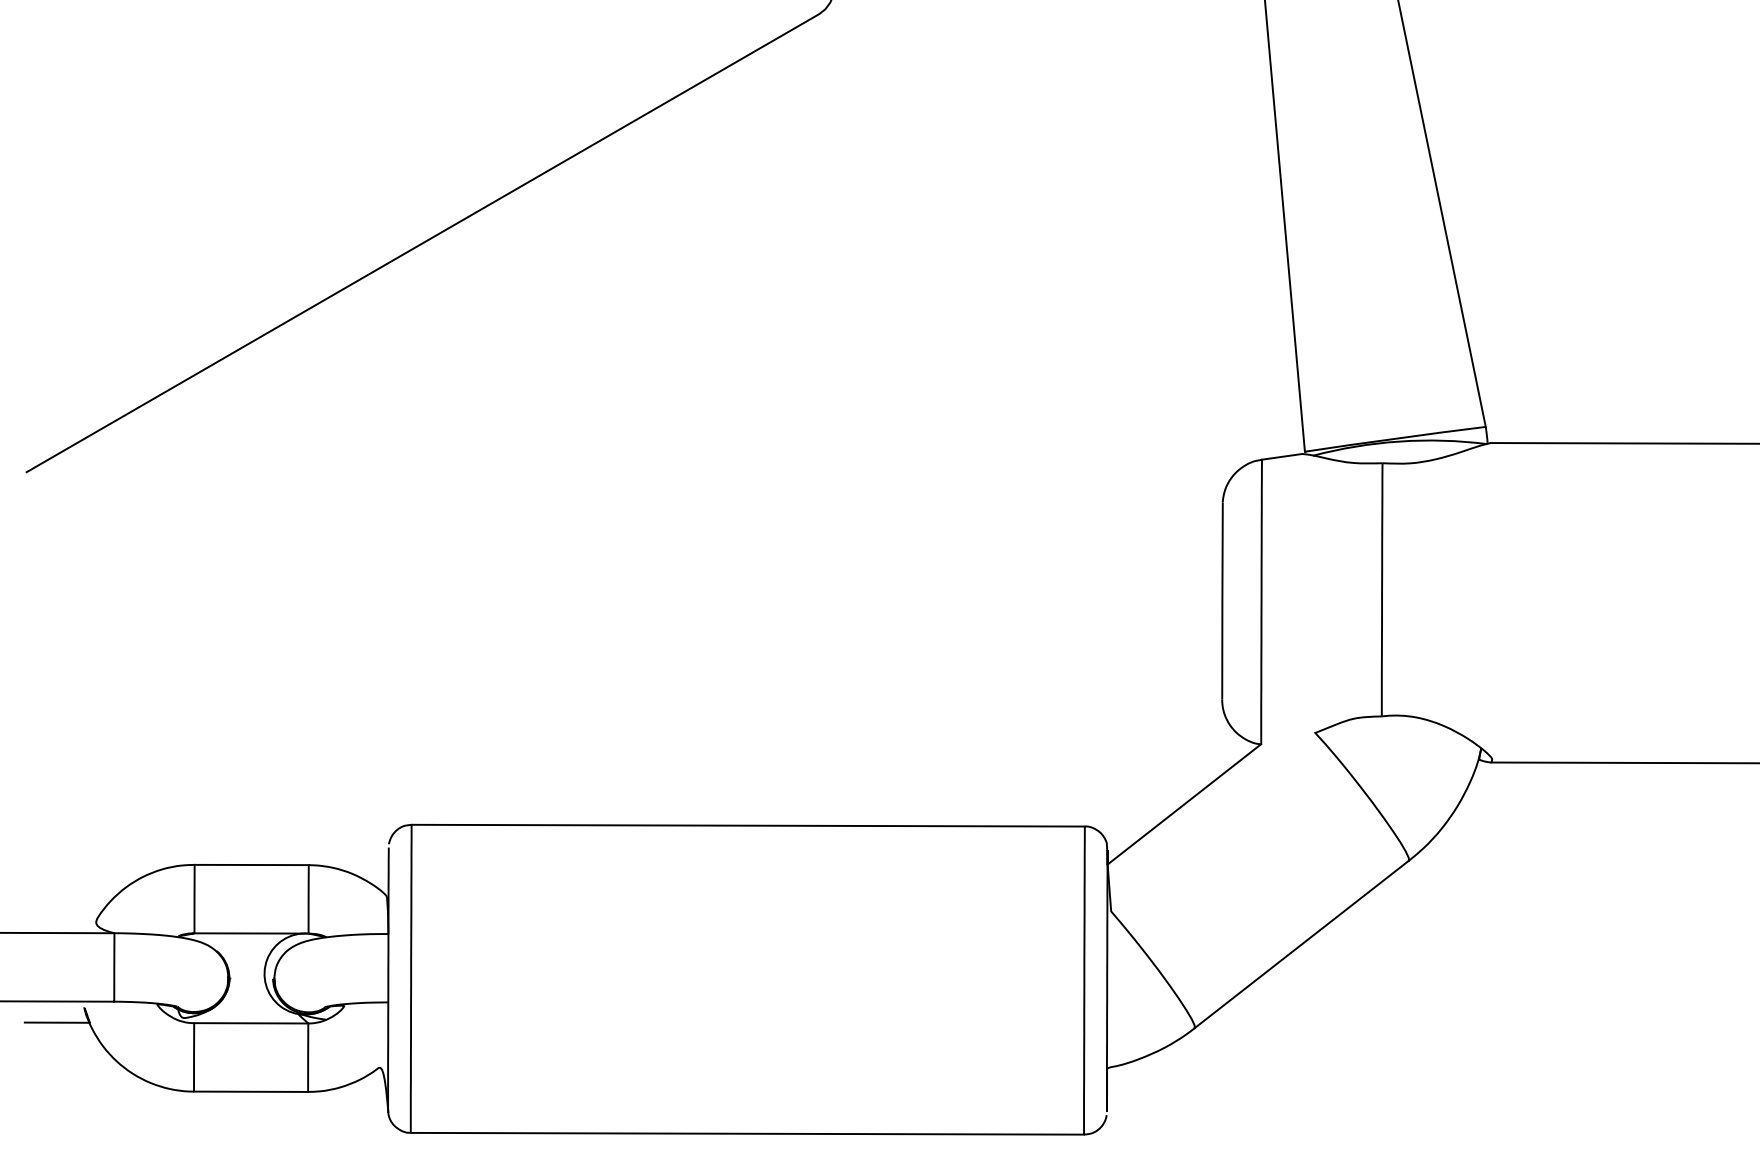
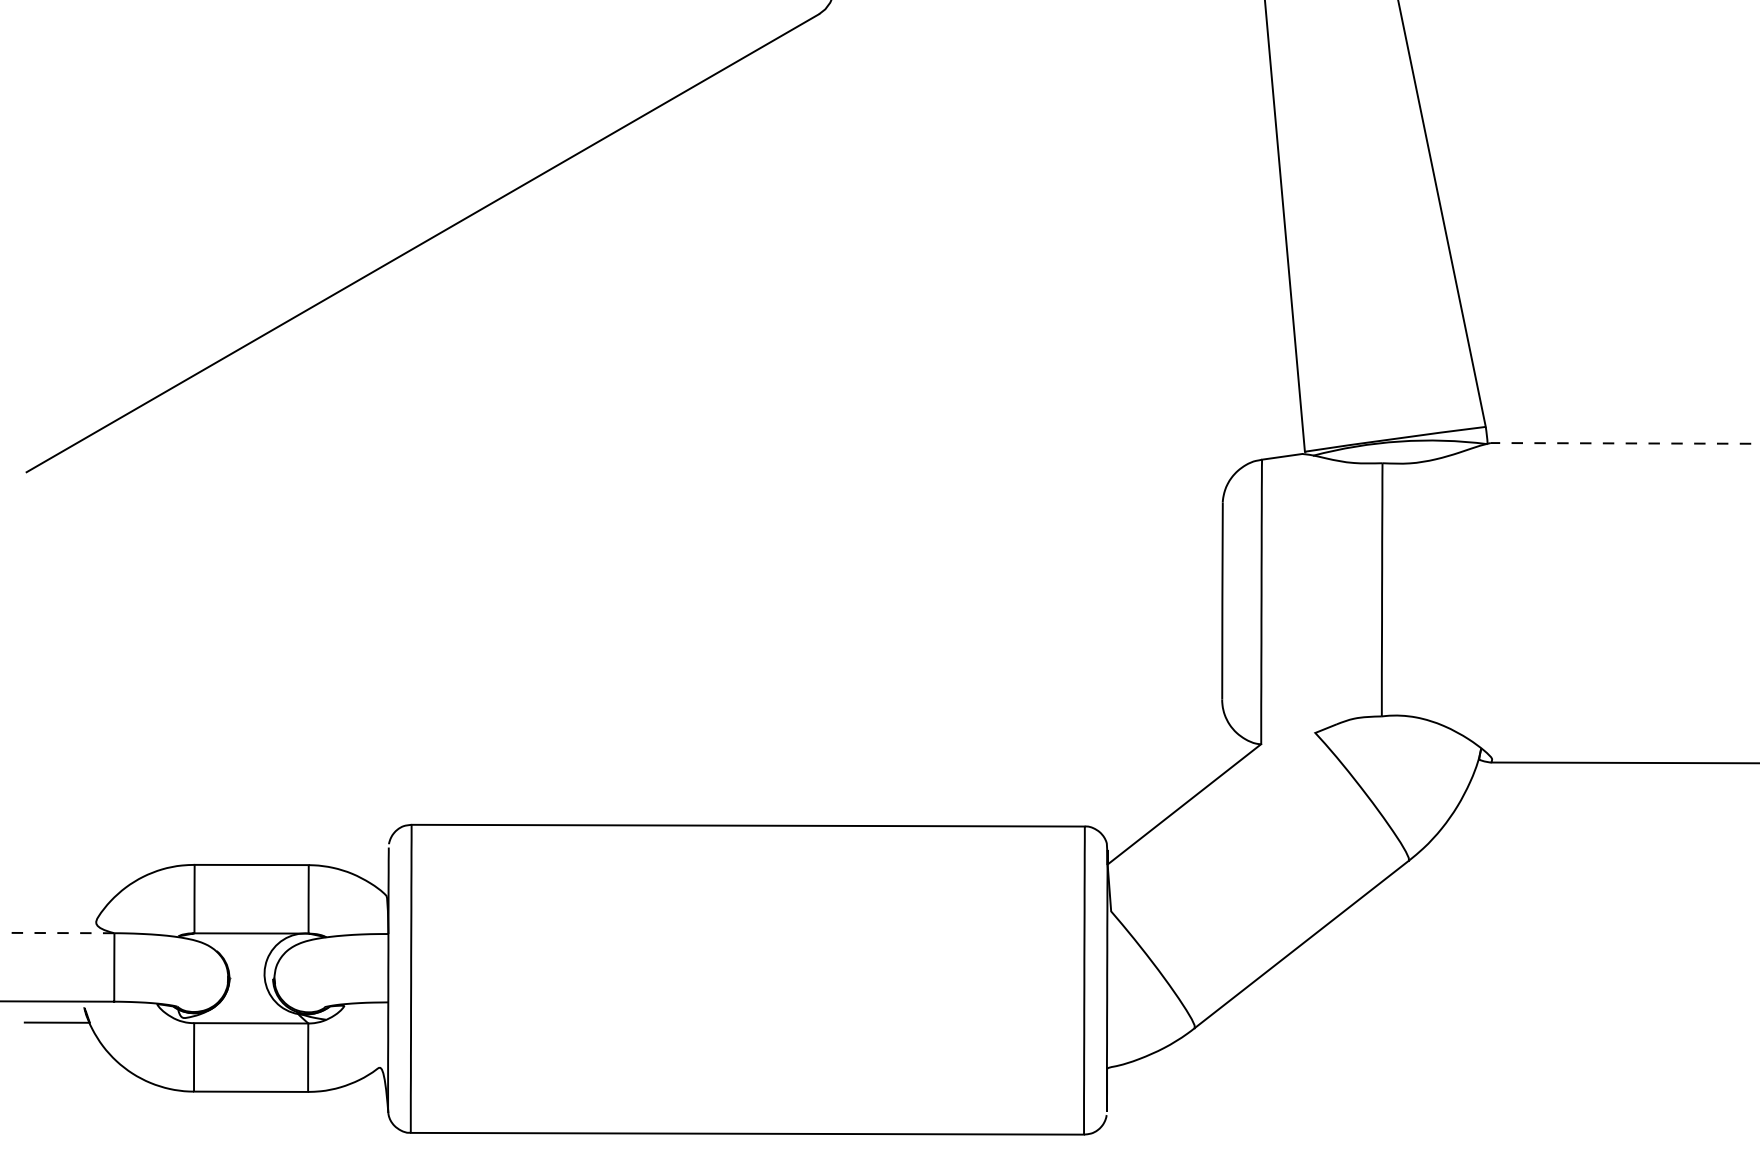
line at (1624, 443): solid -> dashed
line at (56, 933): solid -> dashed
